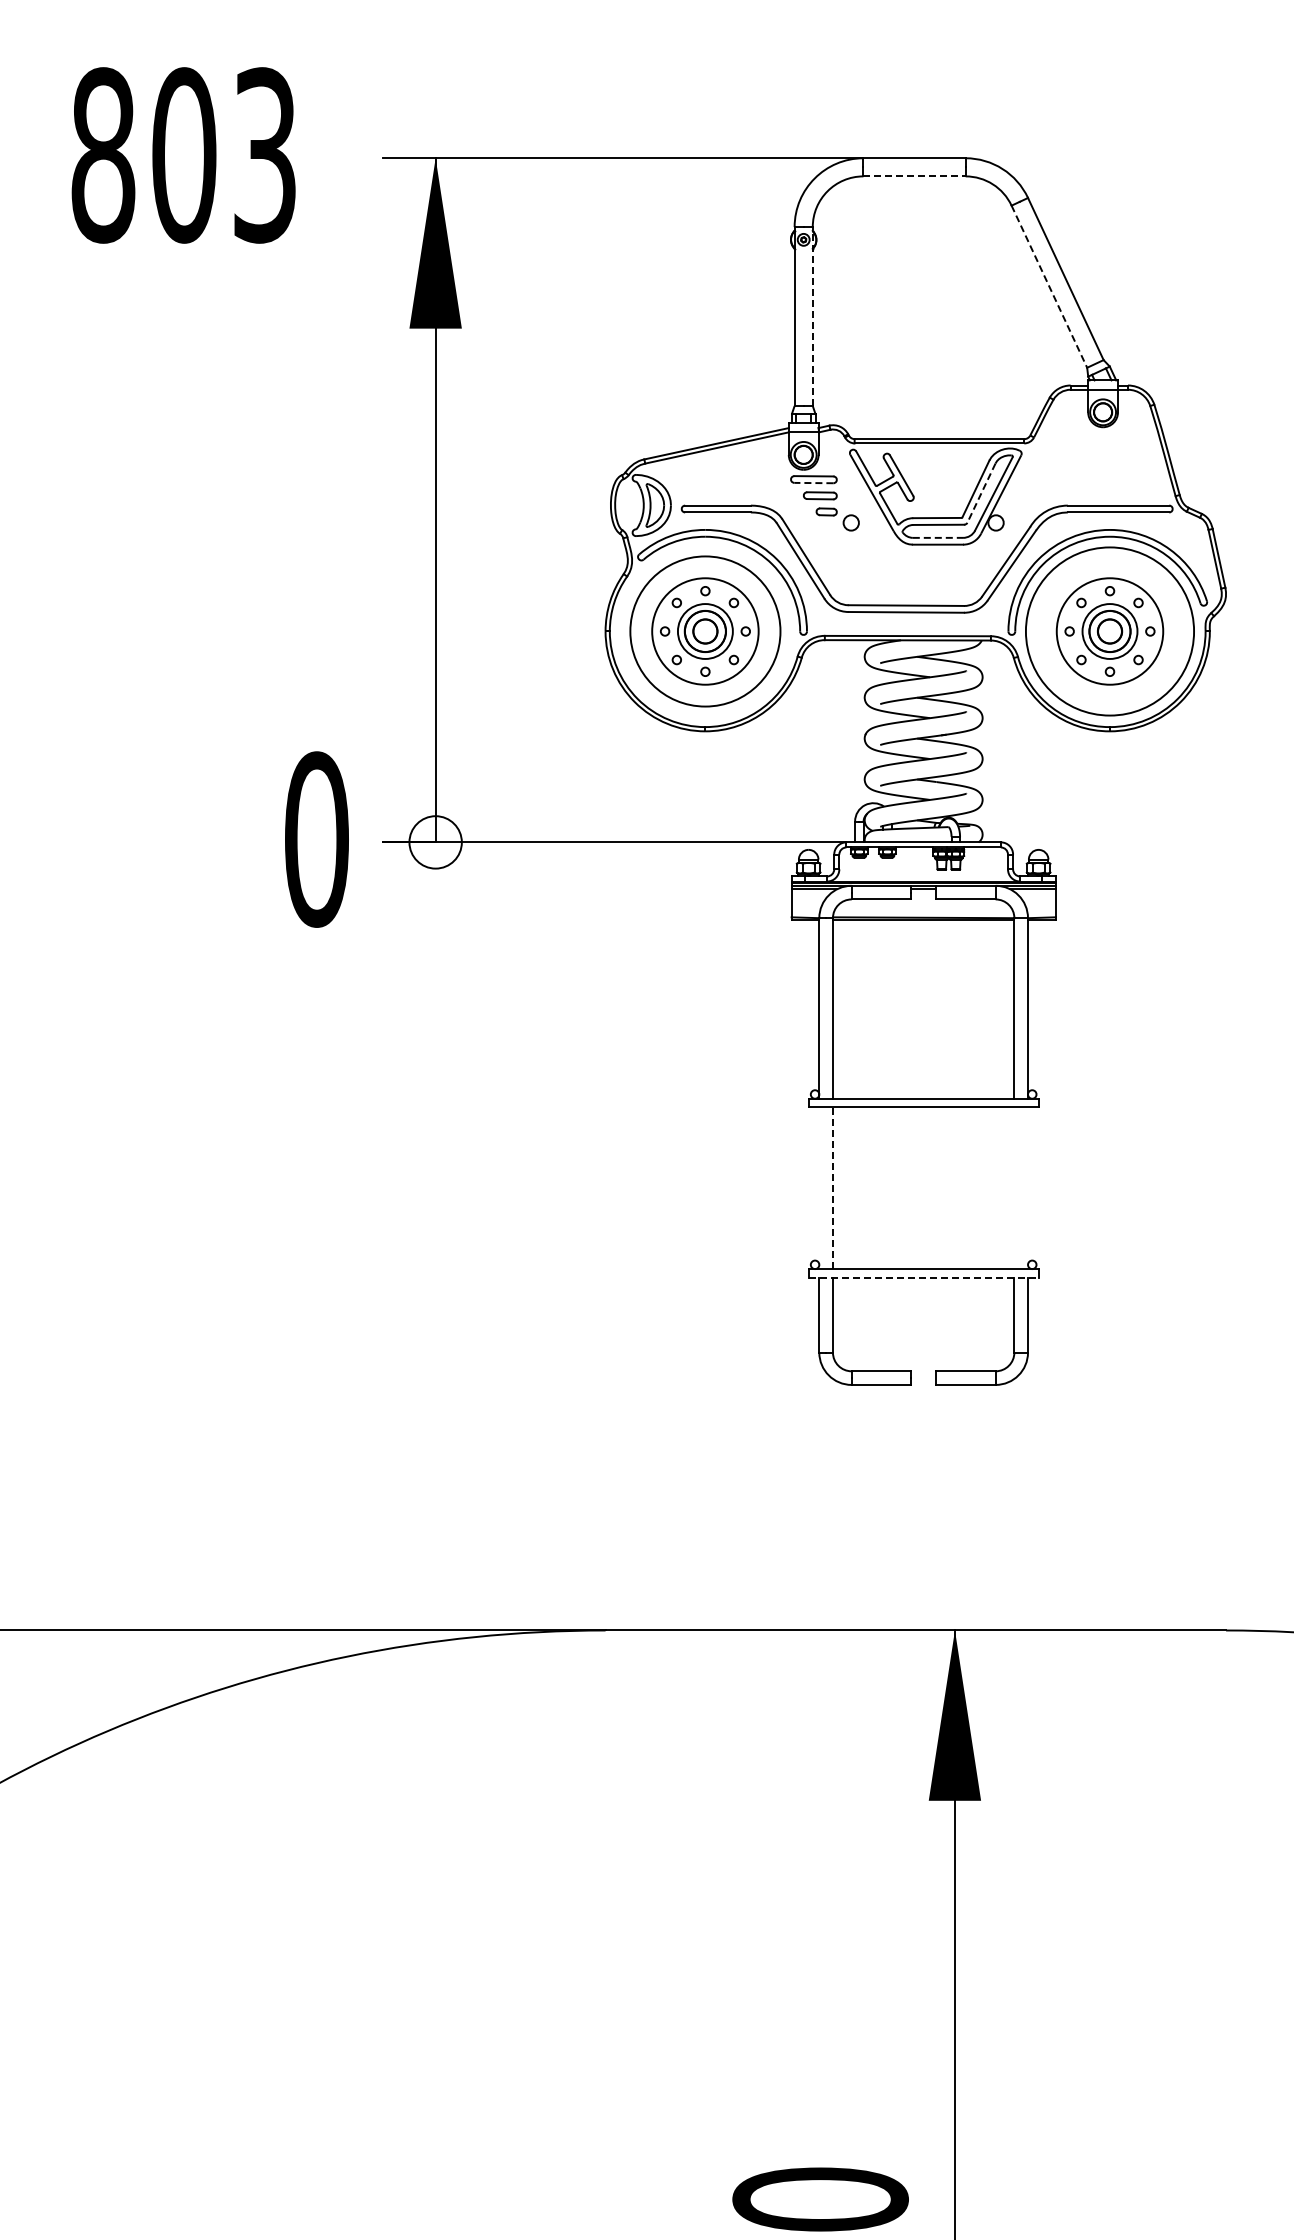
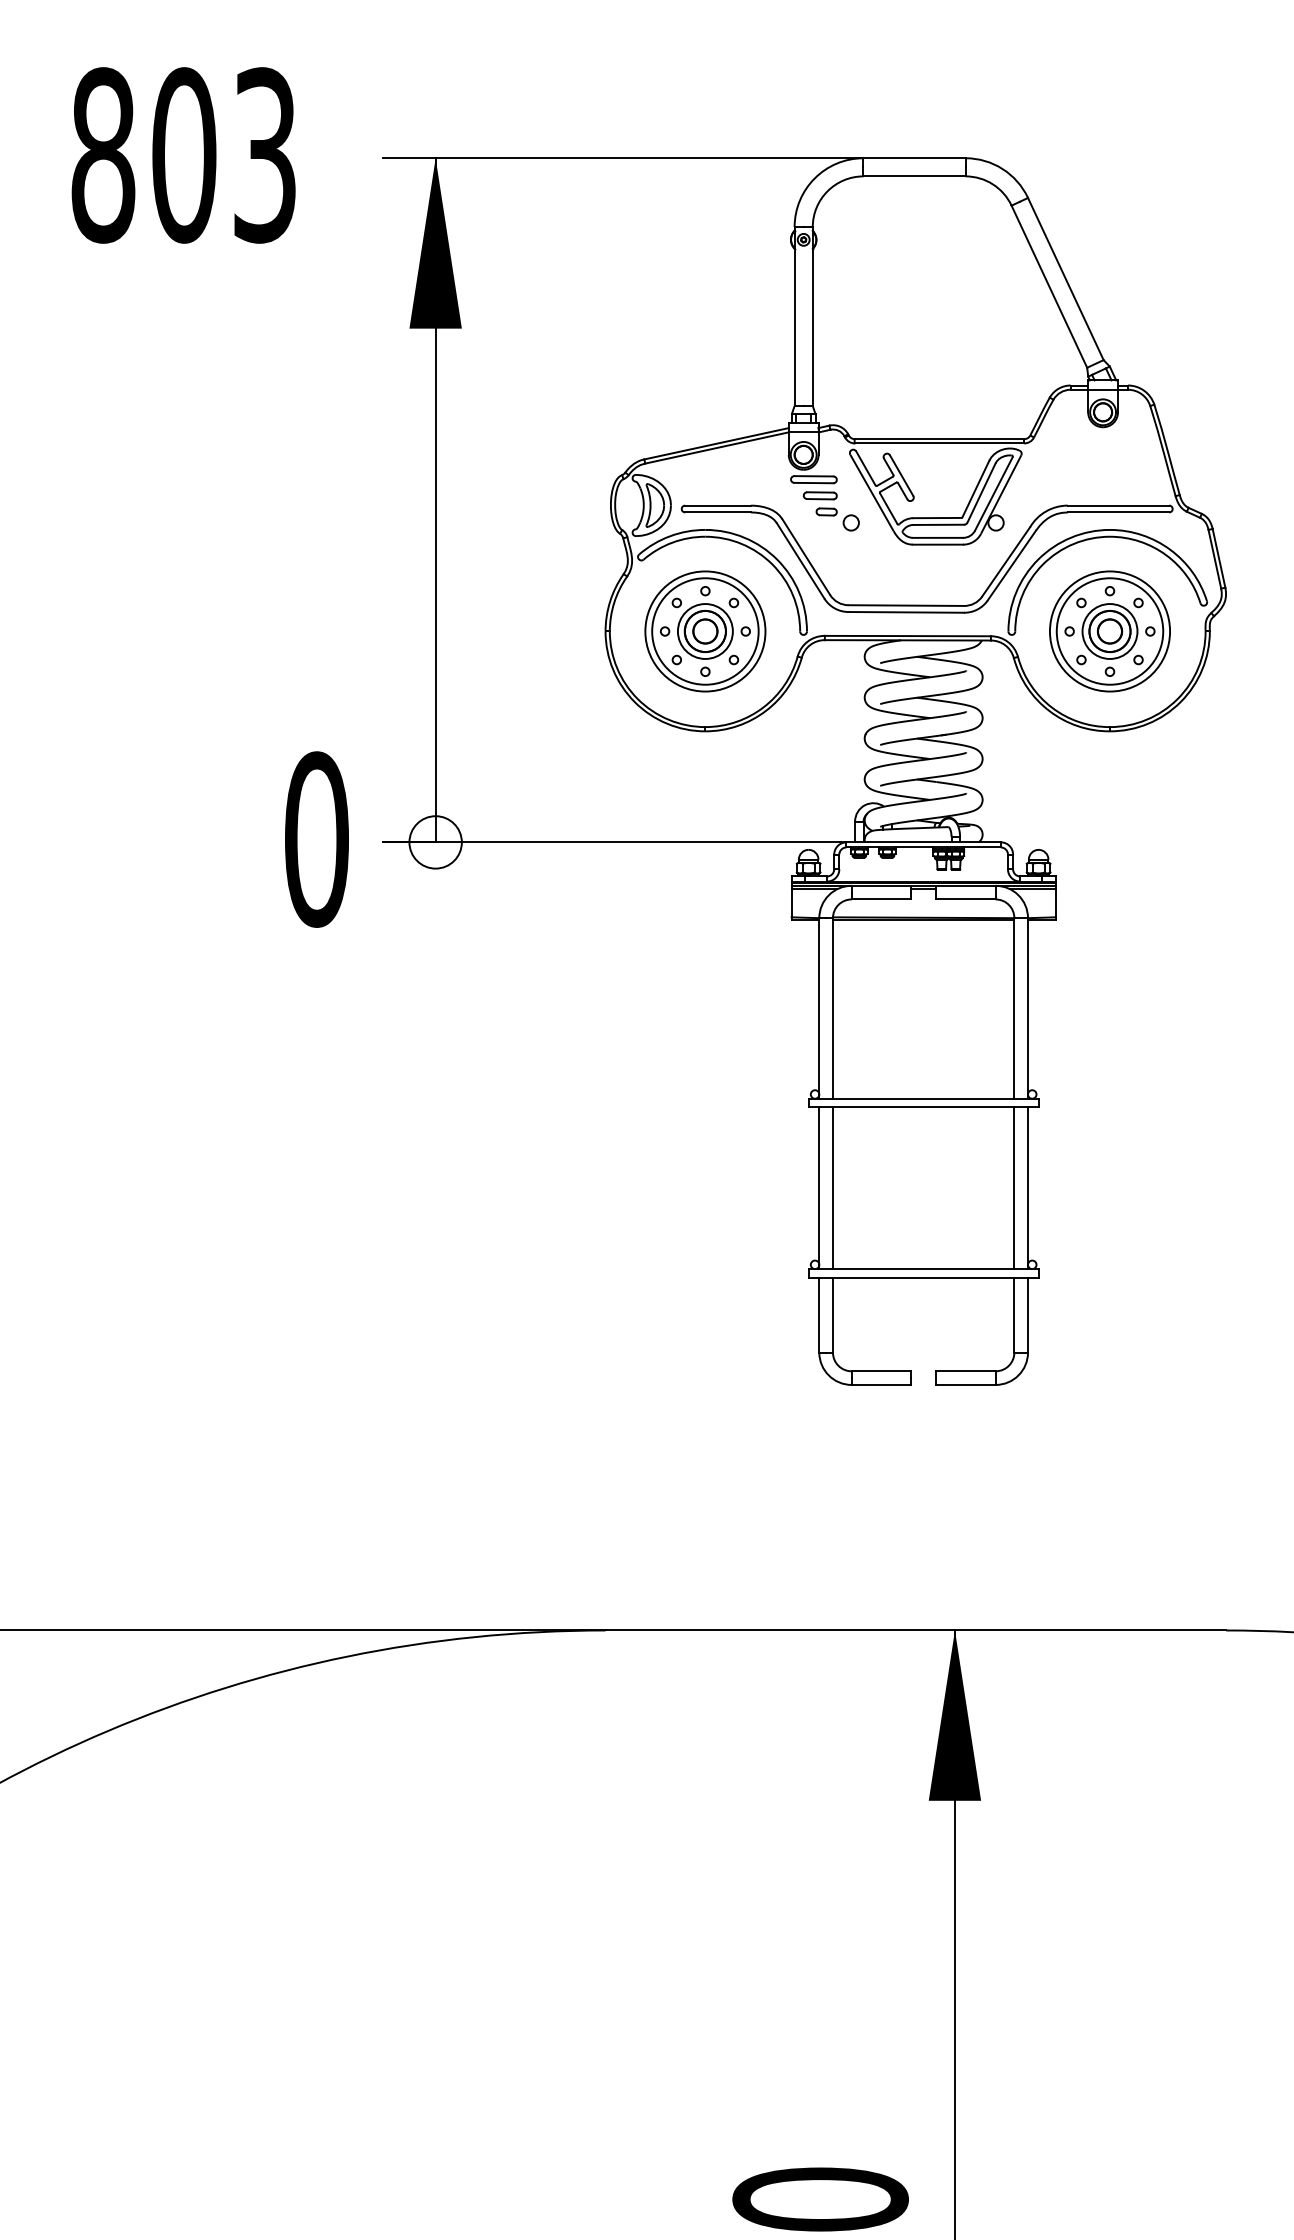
line at (915, 176): dashed -> solid
line at (1049, 287): dashed -> solid
line at (812, 316): dashed -> solid
line at (813, 483): dashed -> solid
line at (981, 493): dashed -> solid
line at (938, 537): dashed -> solid
circle at (705, 631) diameter: 150 px -> 120 px
circle at (1109, 631) diameter: 168 px -> 120 px
line at (819, 1188): none -> present
line at (832, 1188): dashed -> solid
line at (1014, 1188): none -> present
line at (1028, 1188): none -> present
line at (923, 1277): dashed -> solid
